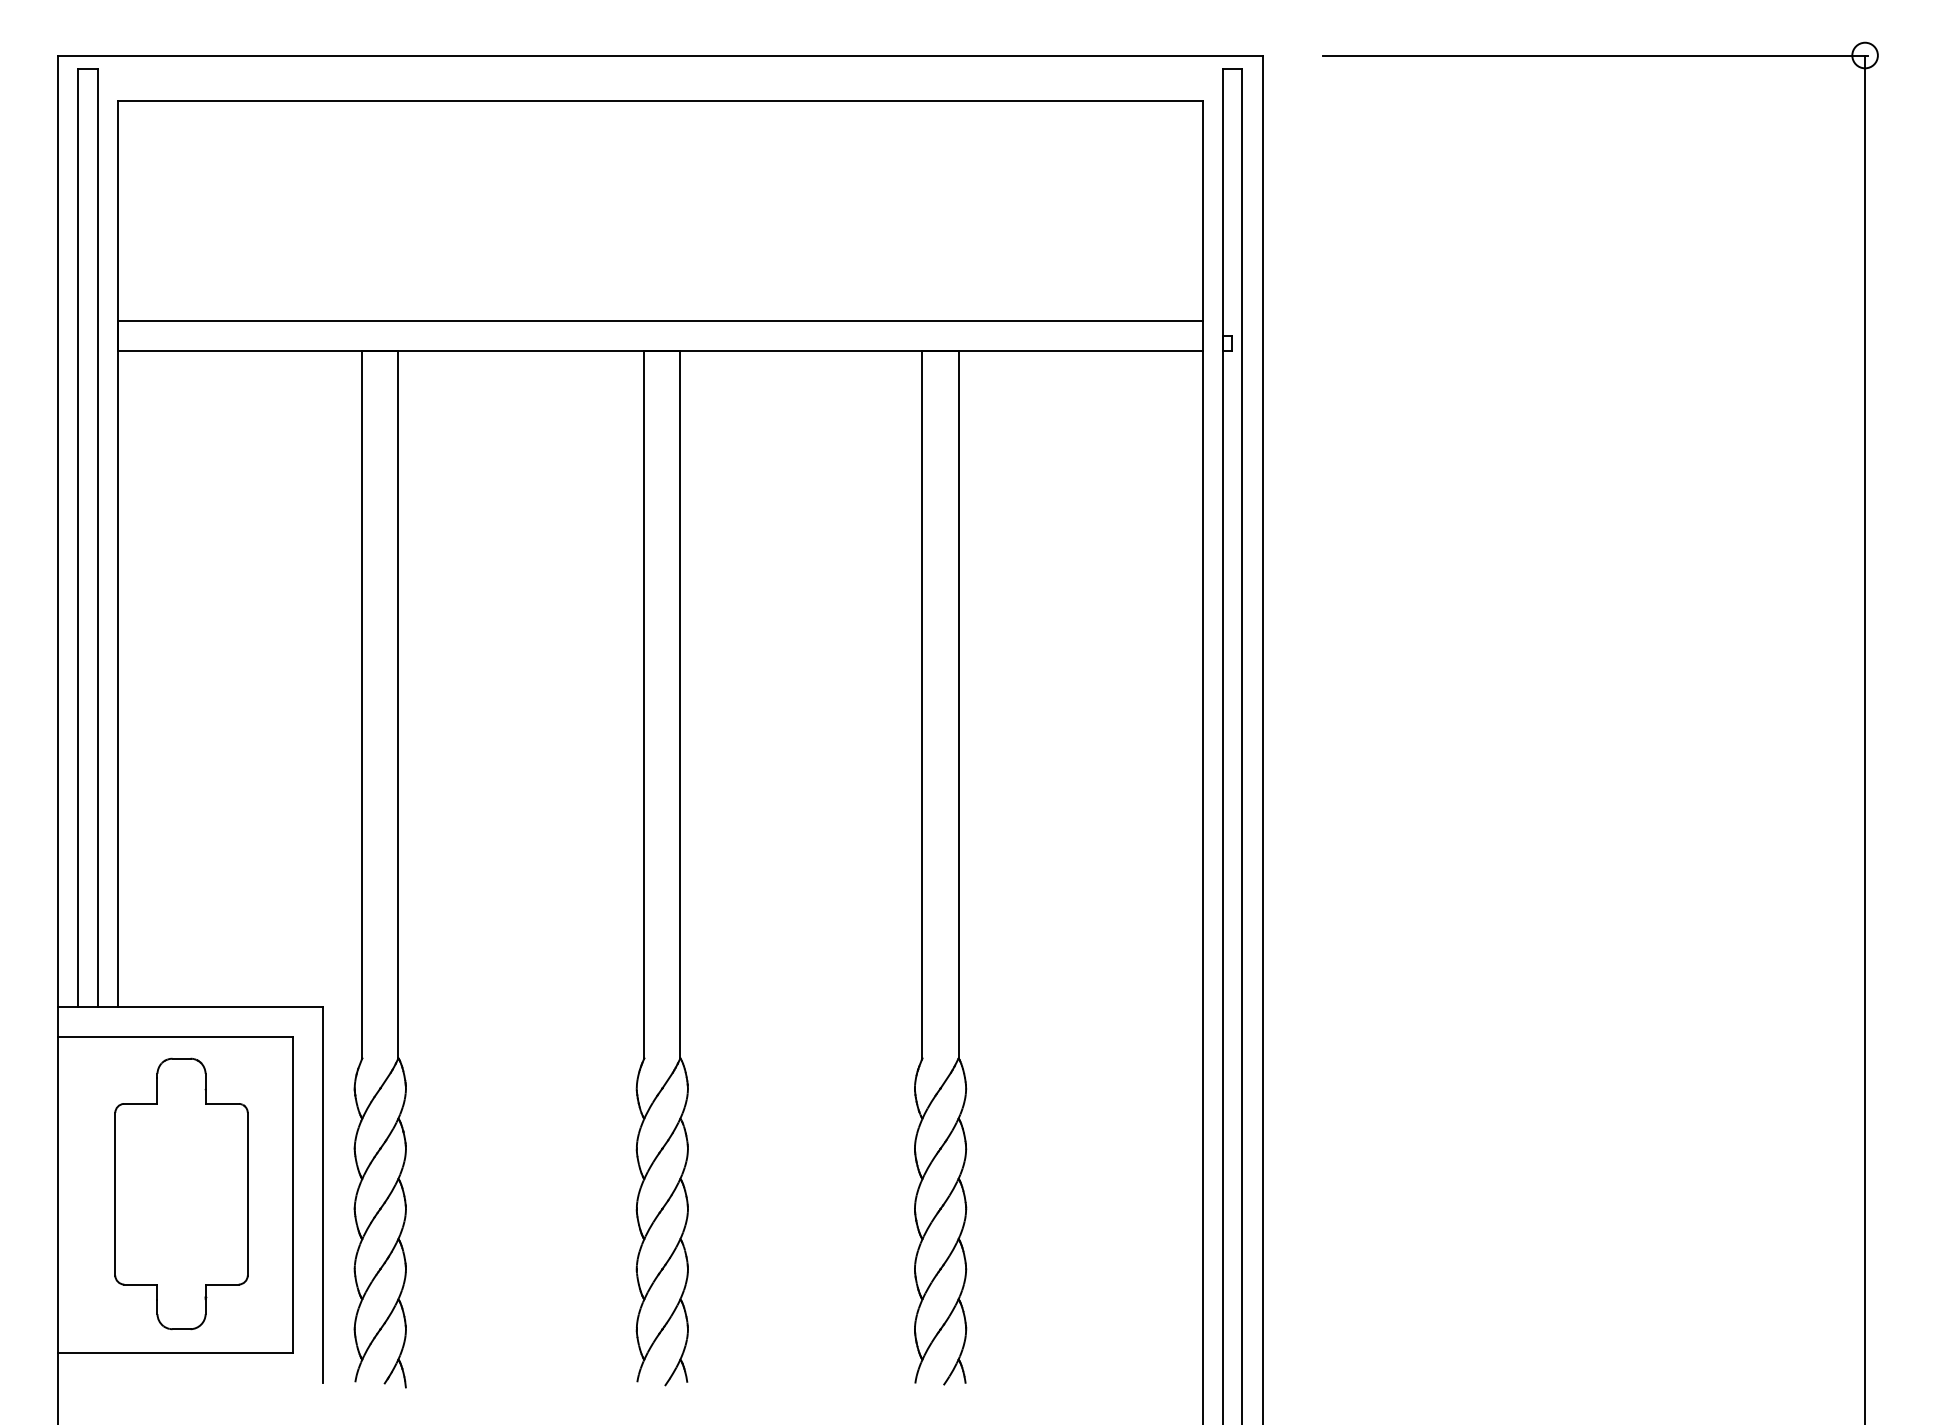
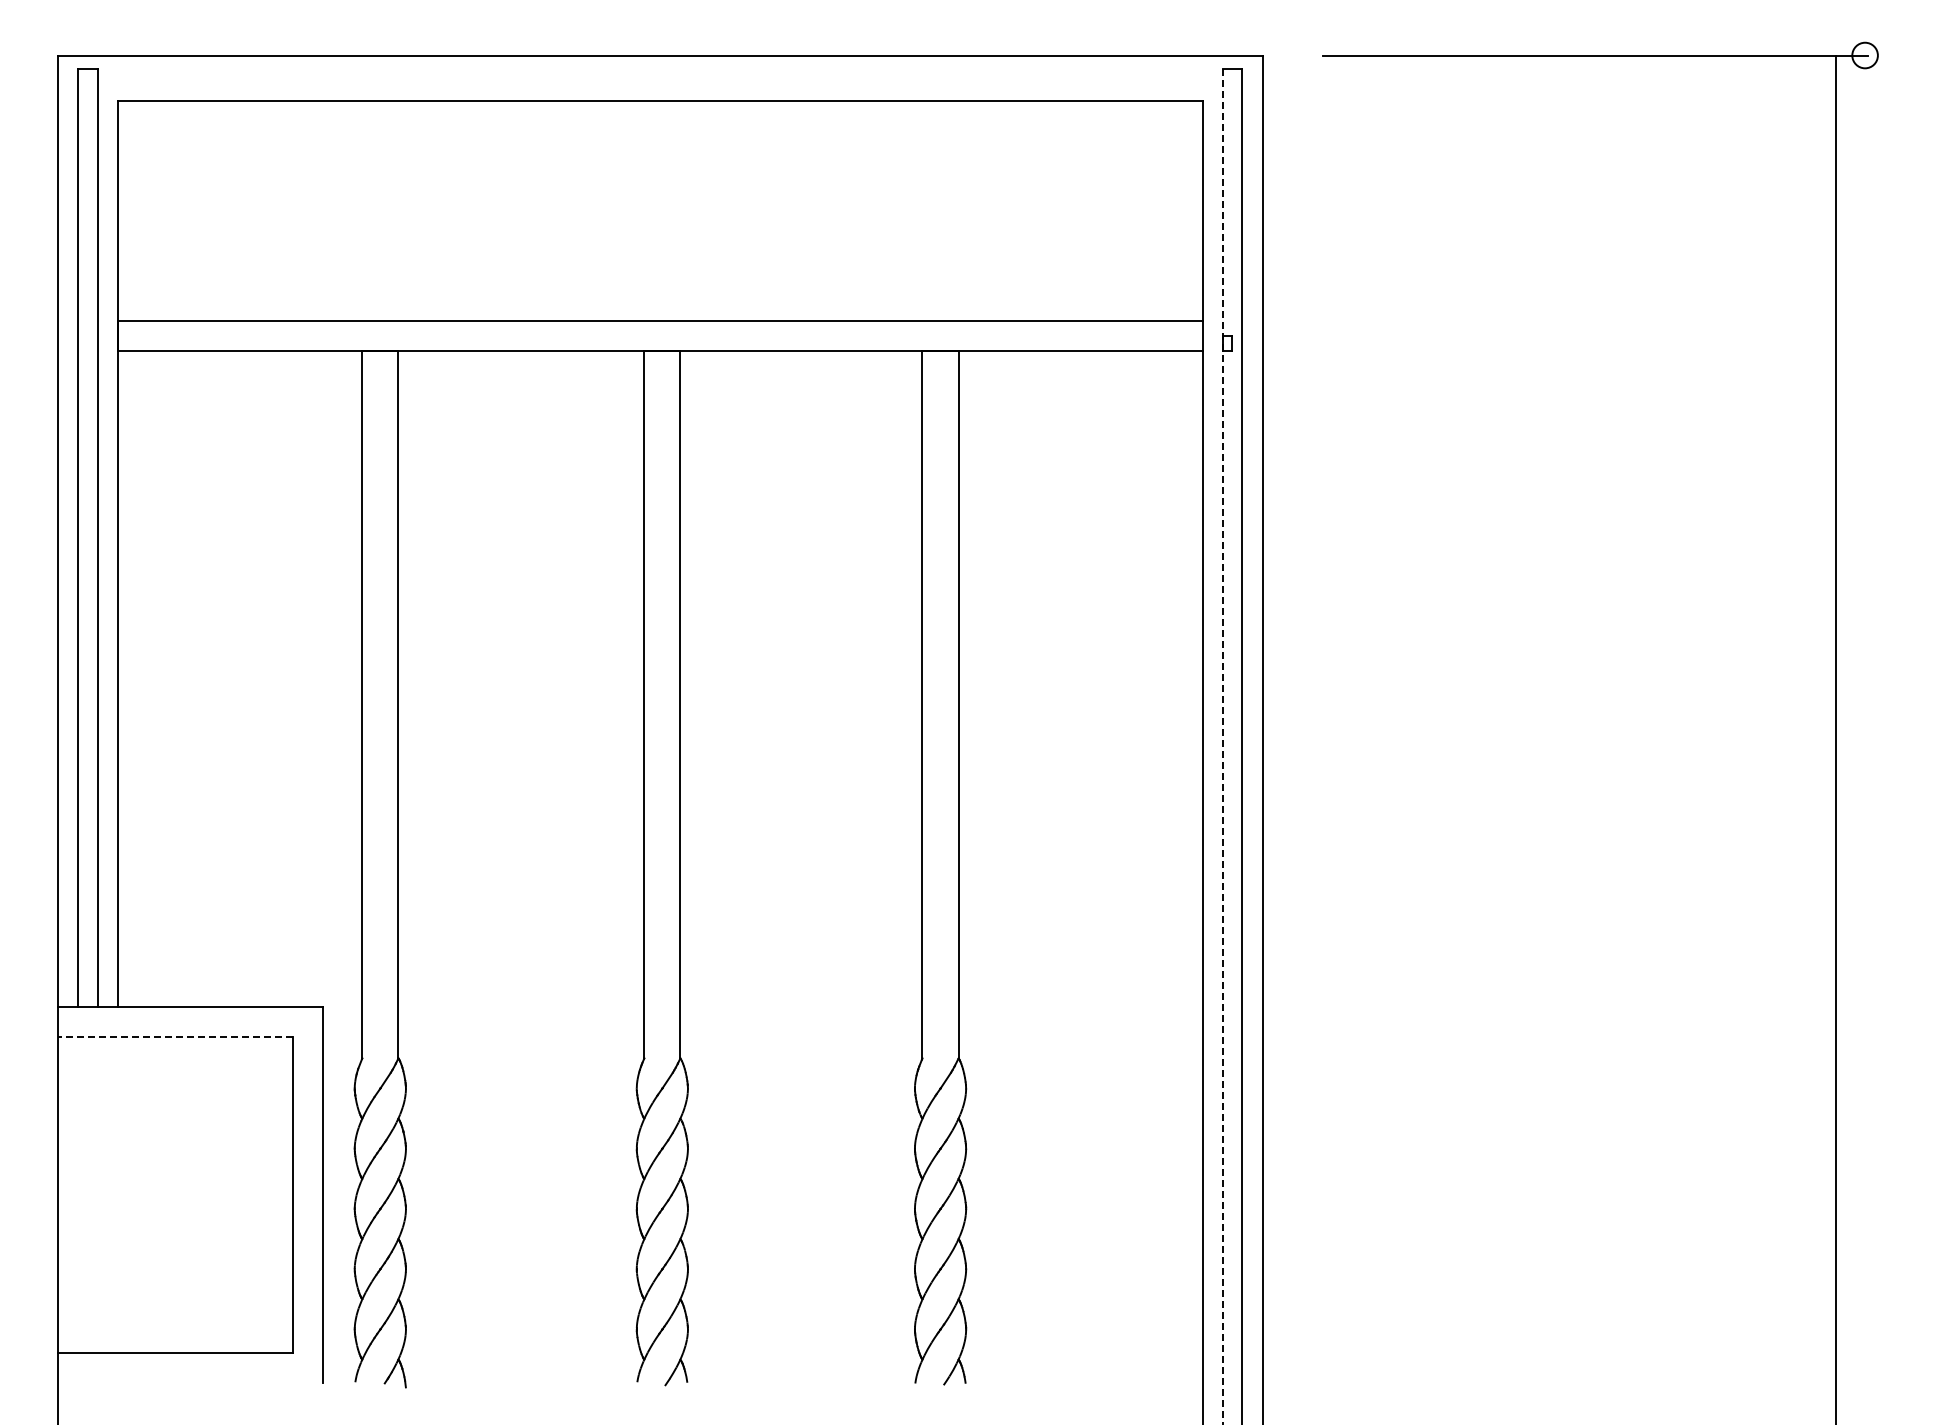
line at (1865, 738) position: (1865, 738) -> (1836, 738)
line at (1222, 746): solid -> dashed
line at (175, 1036): solid -> dashed
part at (181, 1193): present -> none
